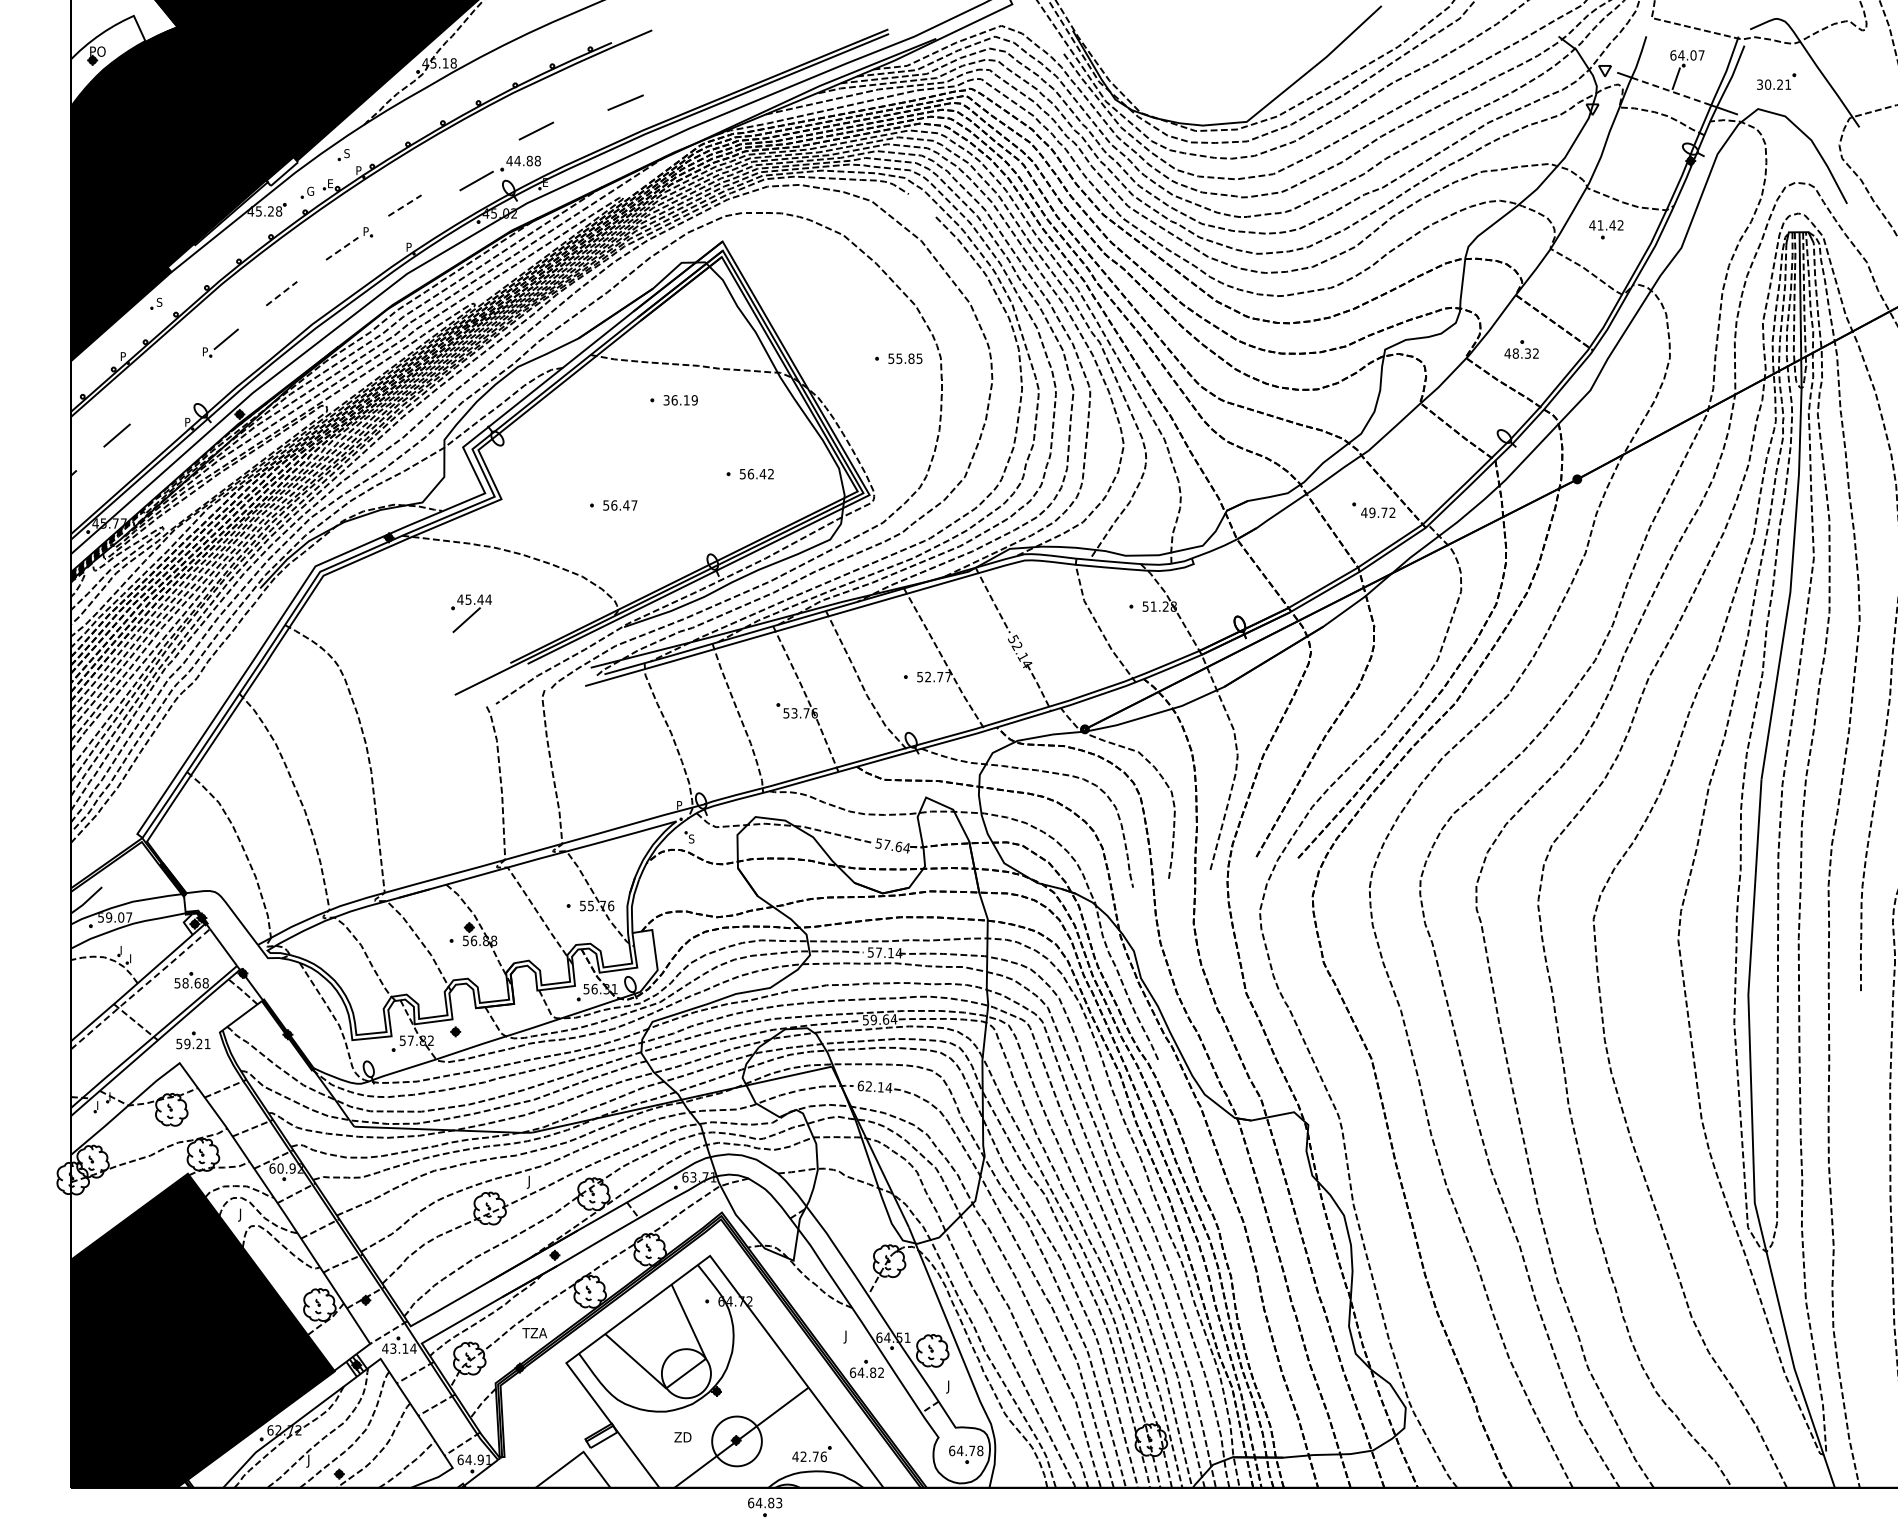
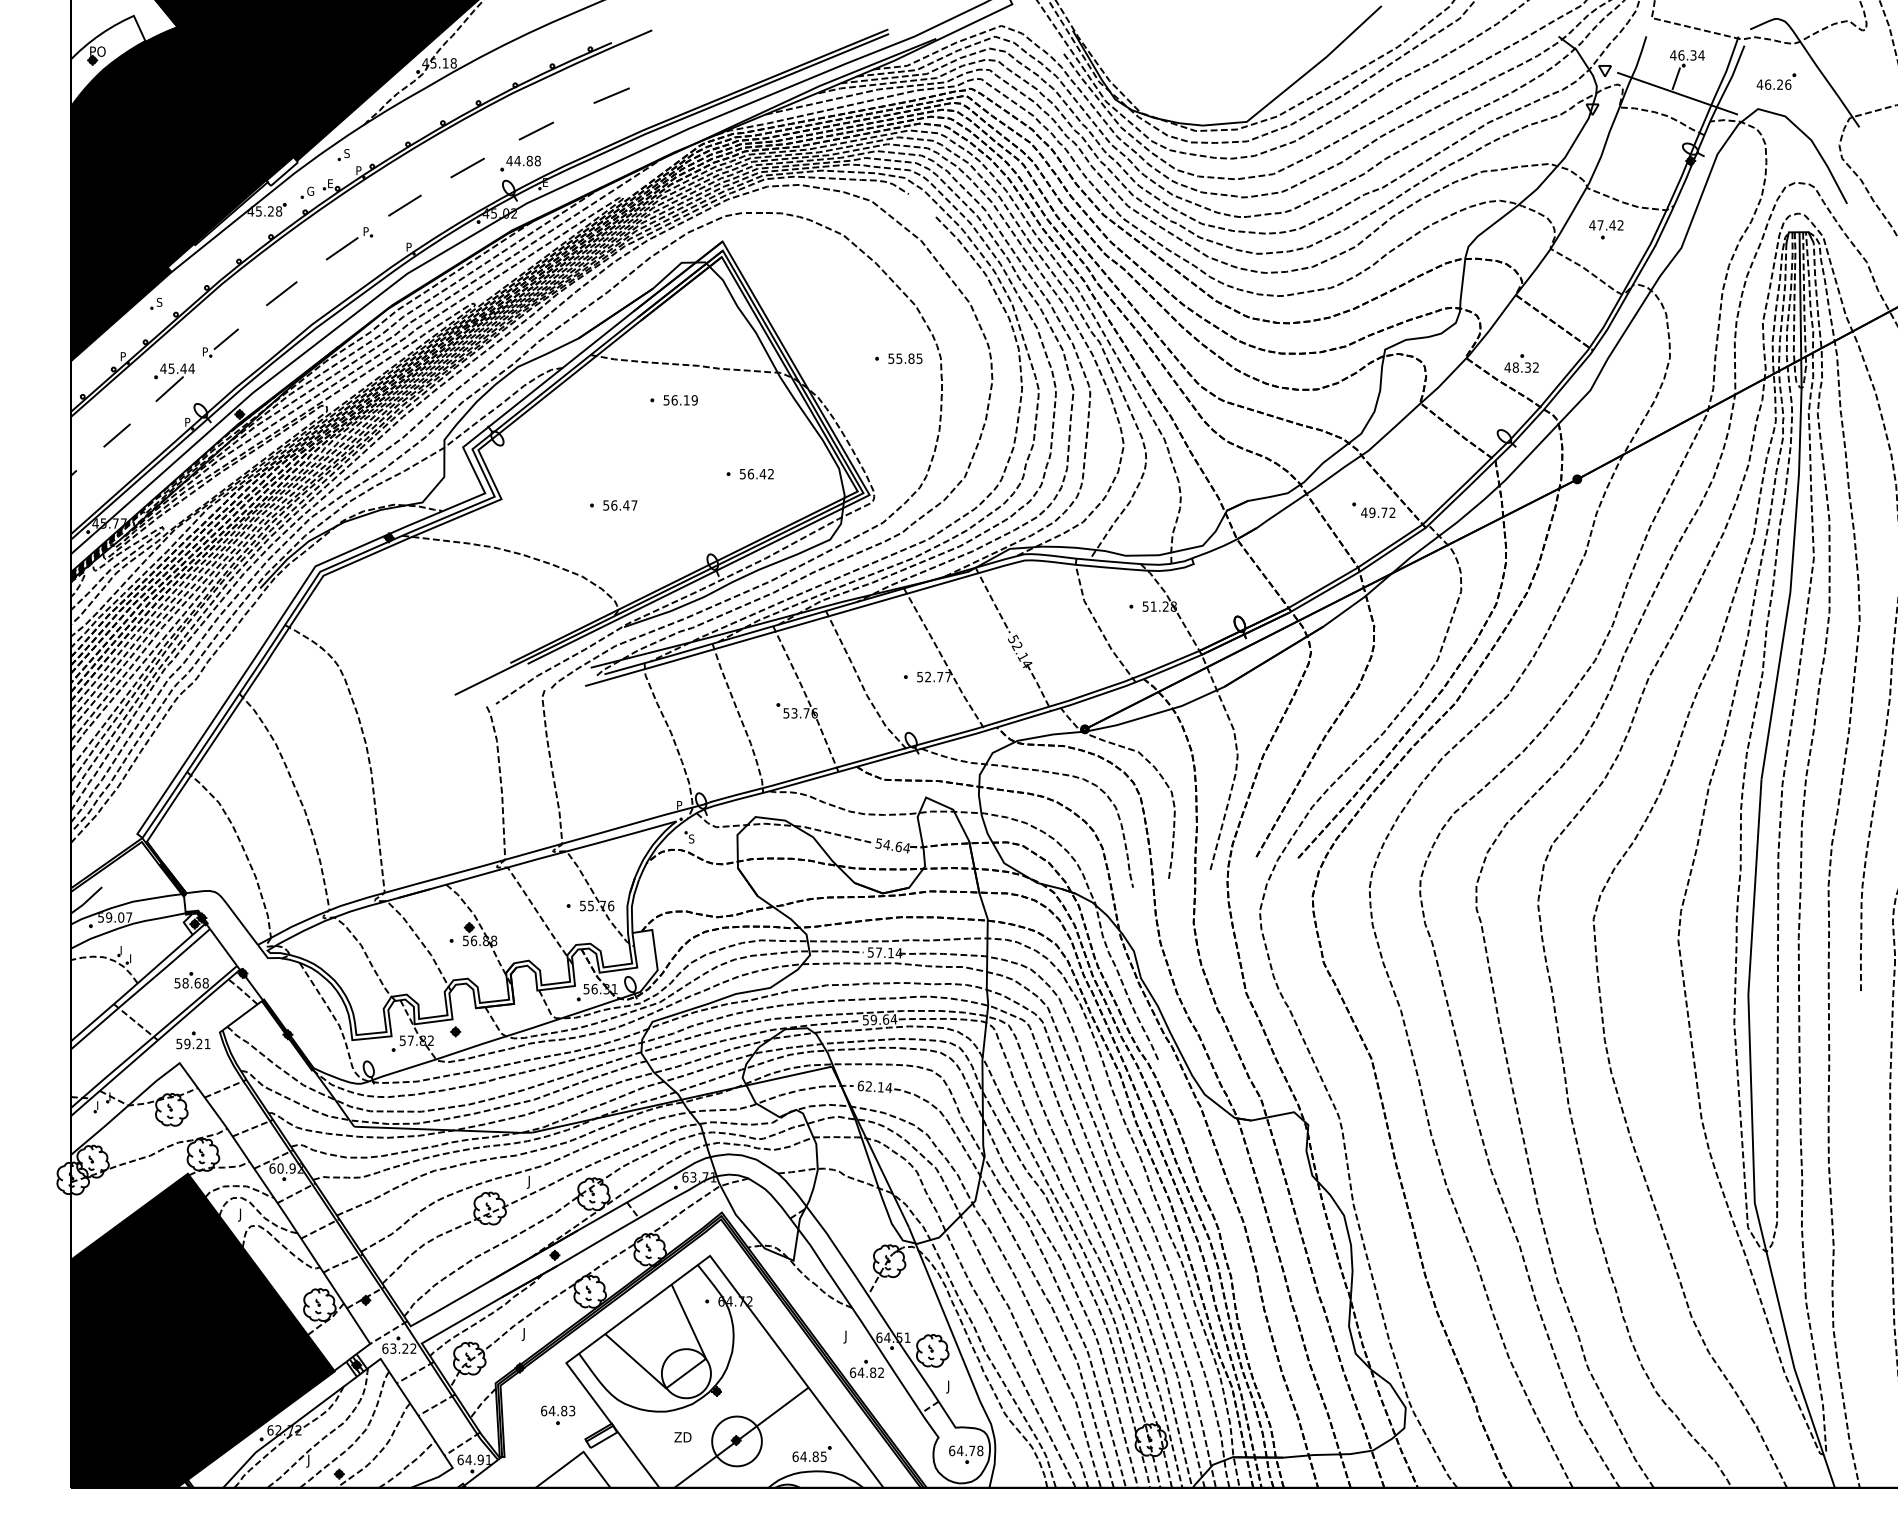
text at (1687, 55): 64.07 -> 46.34
text at (1773, 84): 30.21 -> 46.26
line at (1671, 91): dashed -> solid
line at (625, 102) position: (625, 102) -> (611, 95)
line at (476, 180) position: (476, 180) -> (467, 167)
line at (404, 205): dashed -> solid
text at (1600, 225): 41.42 -> 47.42
line at (342, 248): dashed -> solid
line at (281, 293): dashed -> solid
part at (1521, 349) position: (1521, 349) -> (1521, 363)
text at (666, 399): 36.19 -> 56.19
part at (471, 613) position: (471, 613) -> (174, 382)
text at (886, 844): 57.64 -> 54.64
line at (140, 988): dashed -> solid
text at (533, 1334): TZA -> J
text at (399, 1348): 43.14 -> 63.22
text at (809, 1456): 42.76 -> 64.85
part at (765, 1506) position: (765, 1506) -> (558, 1414)
